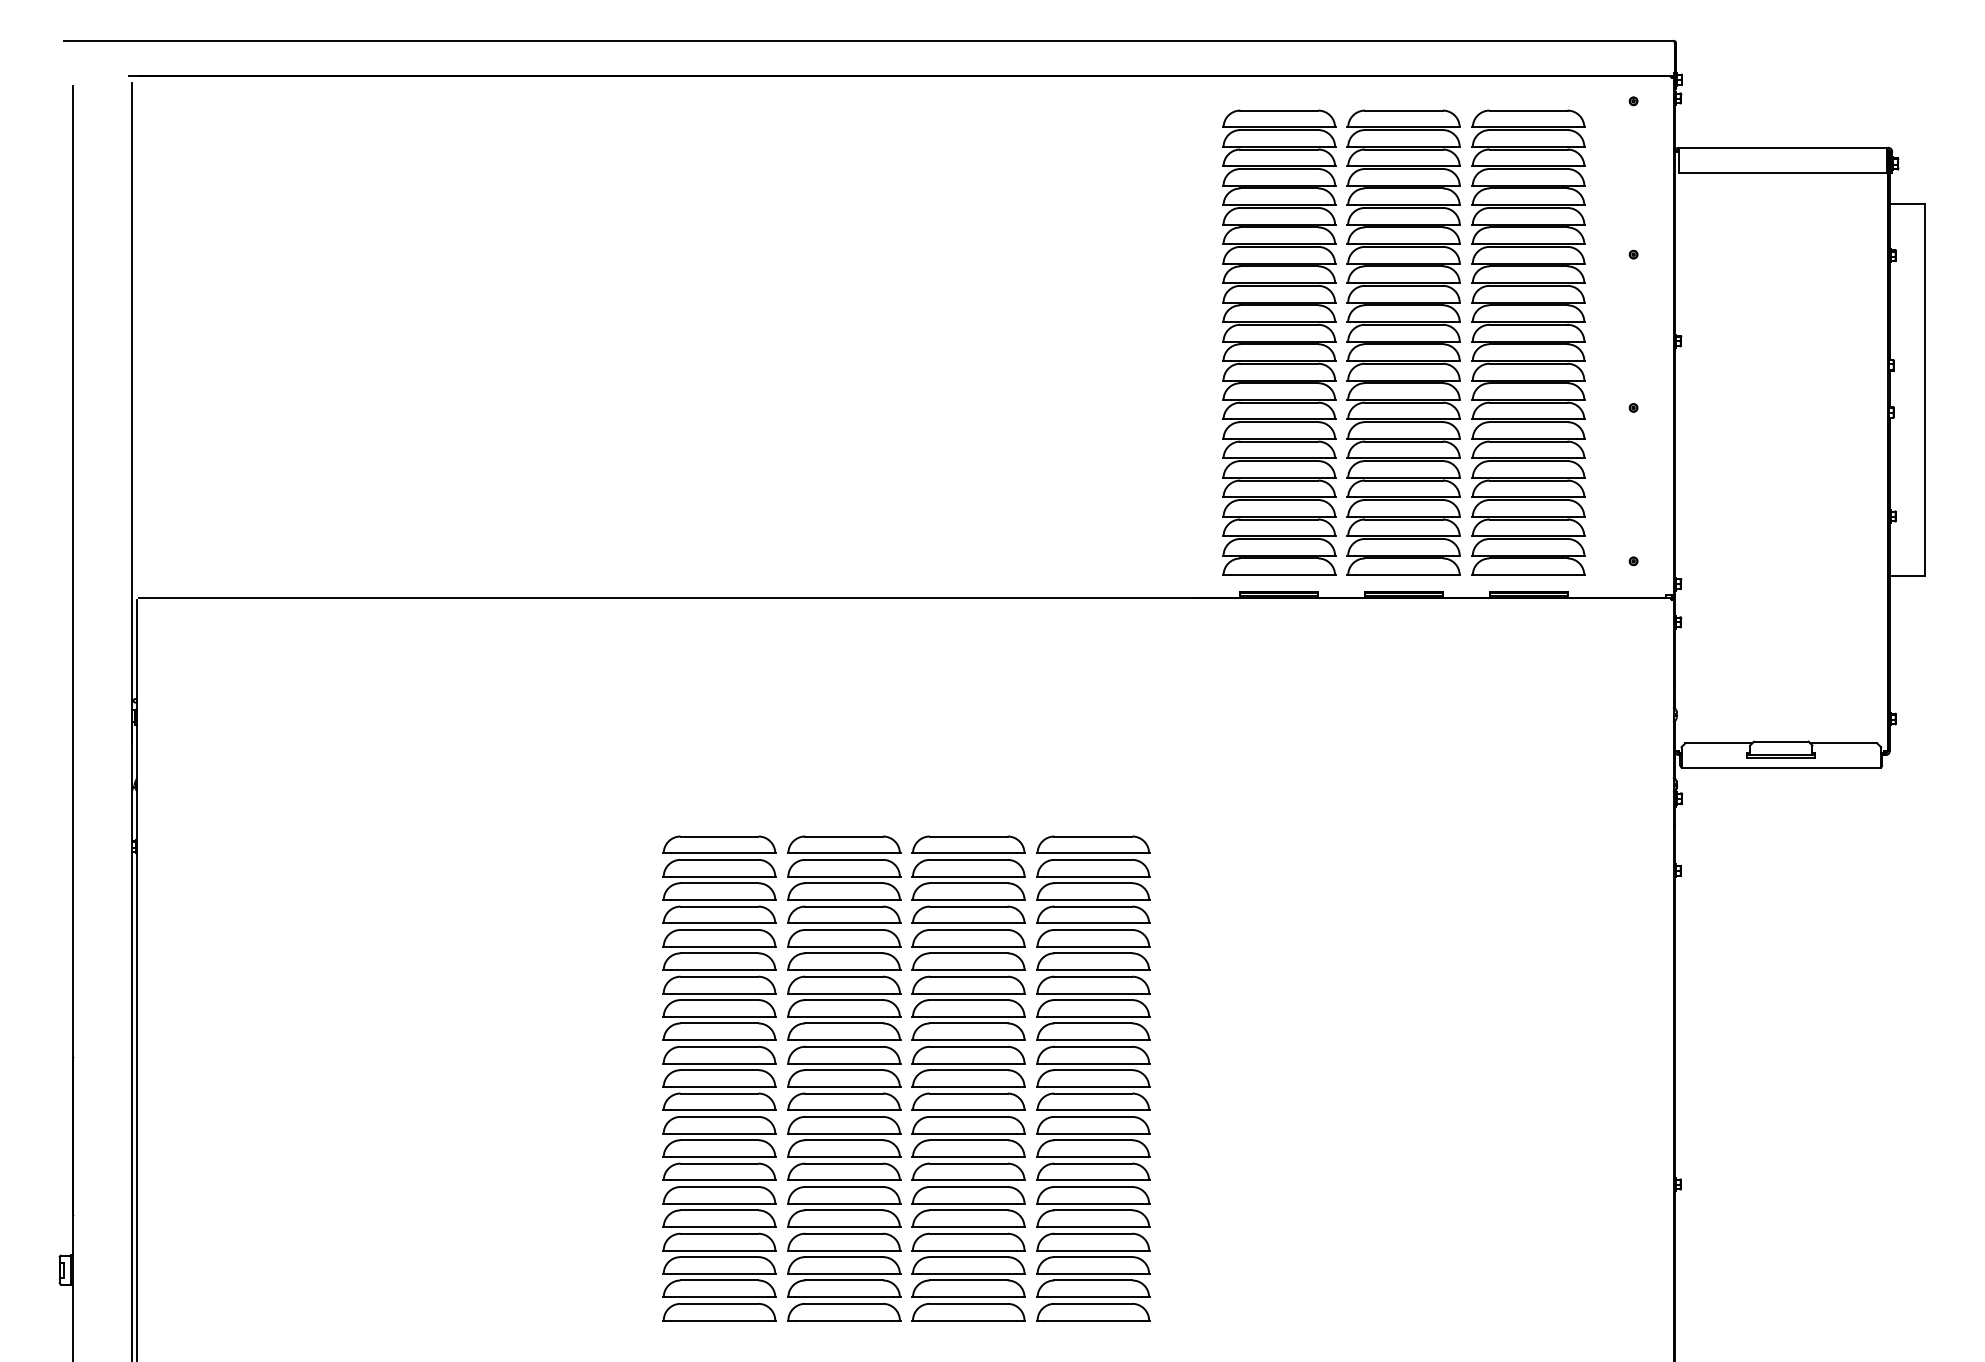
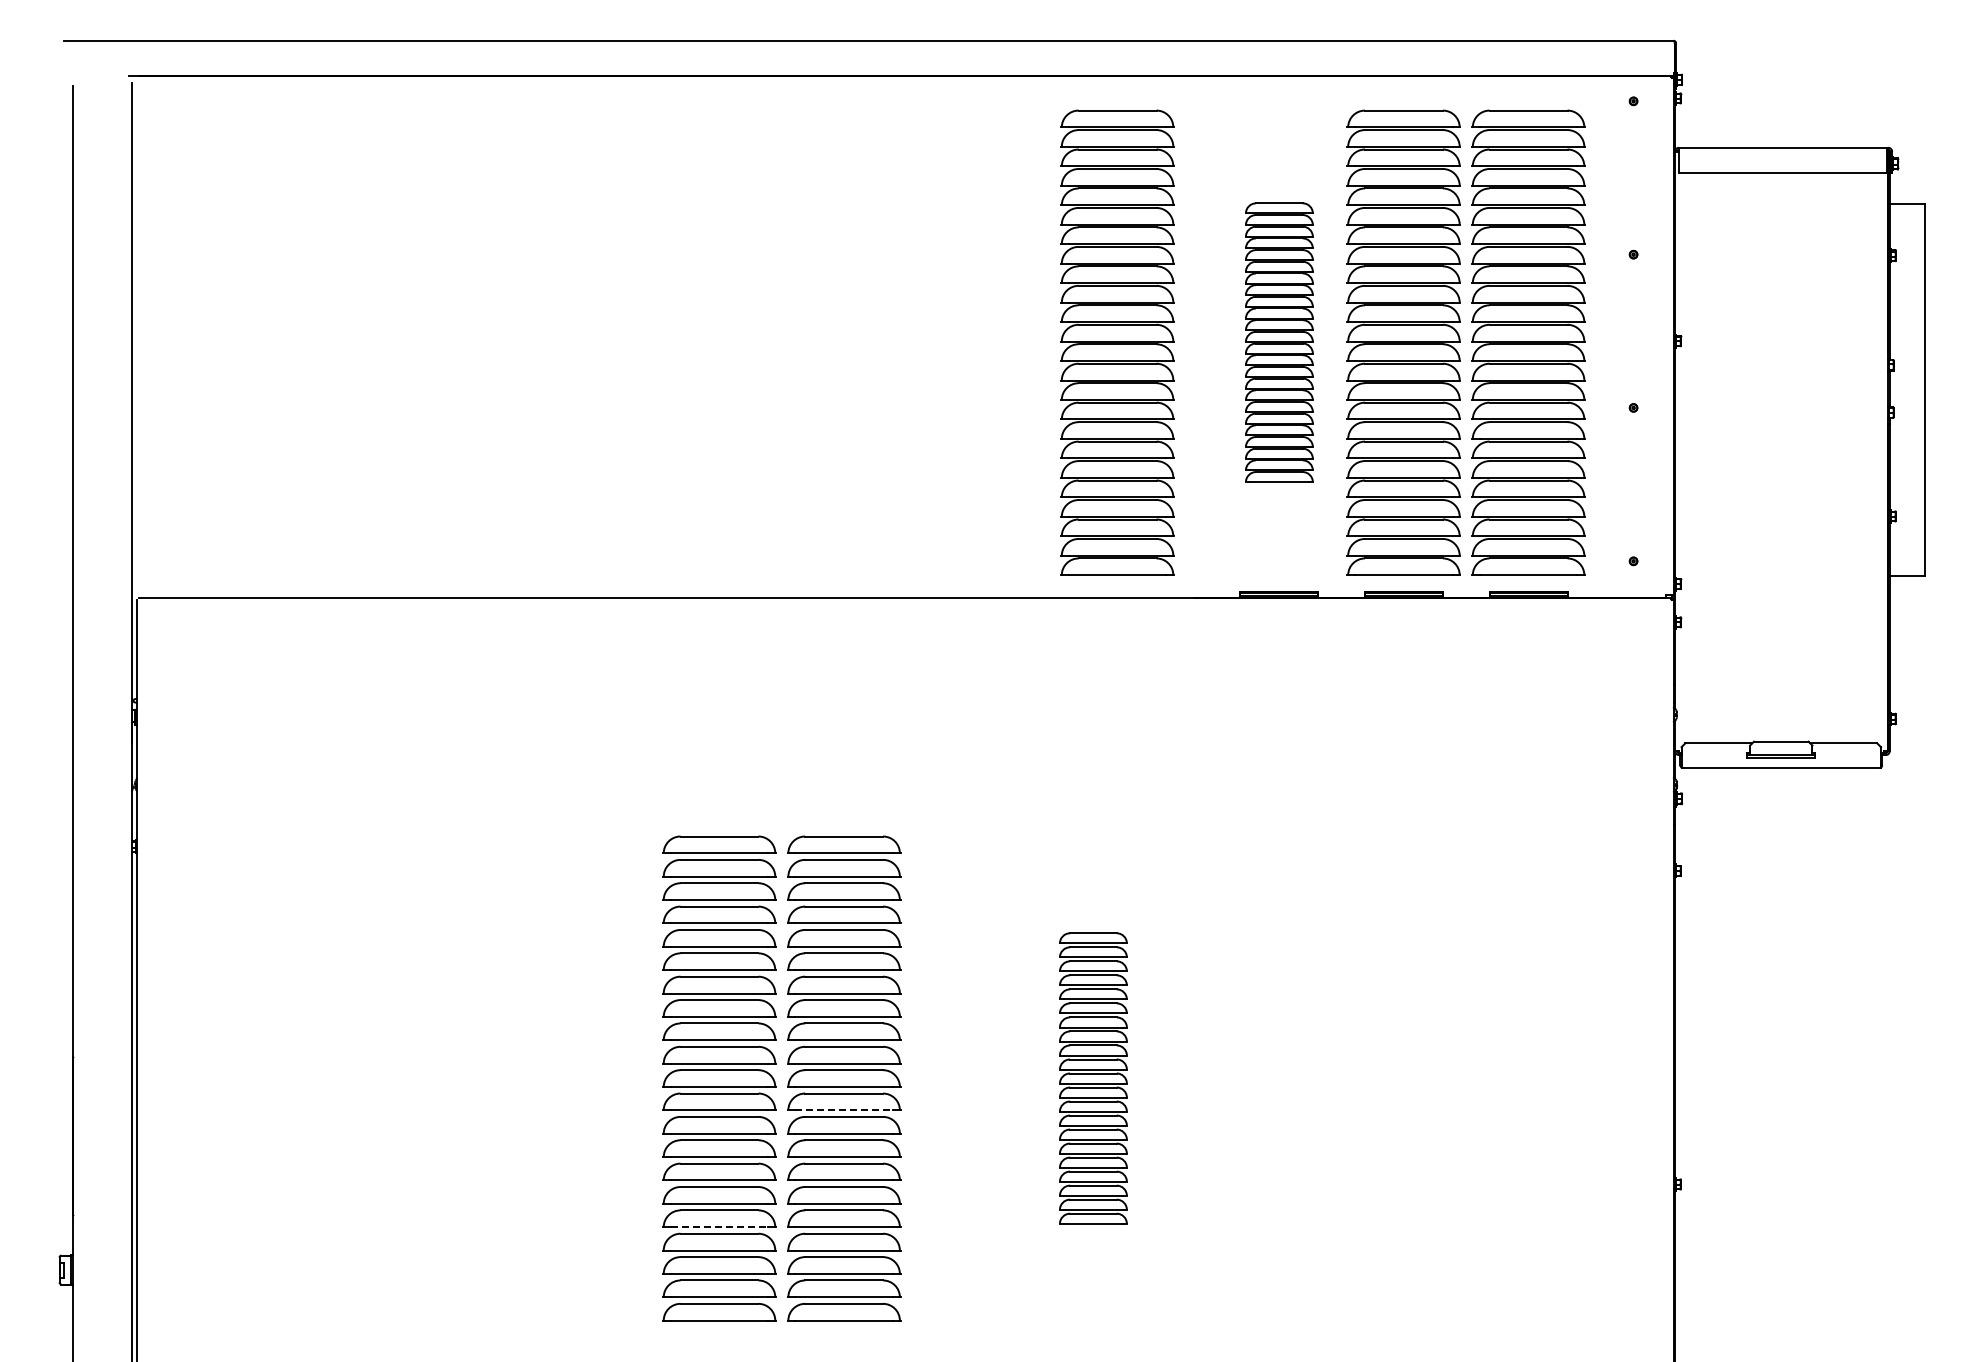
part at (1117, 342): none -> present
part at (1279, 342) size: 115x467 px -> 69x281 px
part at (968, 1078): present -> none
part at (1093, 1078) size: 115x487 px -> 69x293 px
line at (844, 1110): solid -> dashed
line at (719, 1227): solid -> dashed
